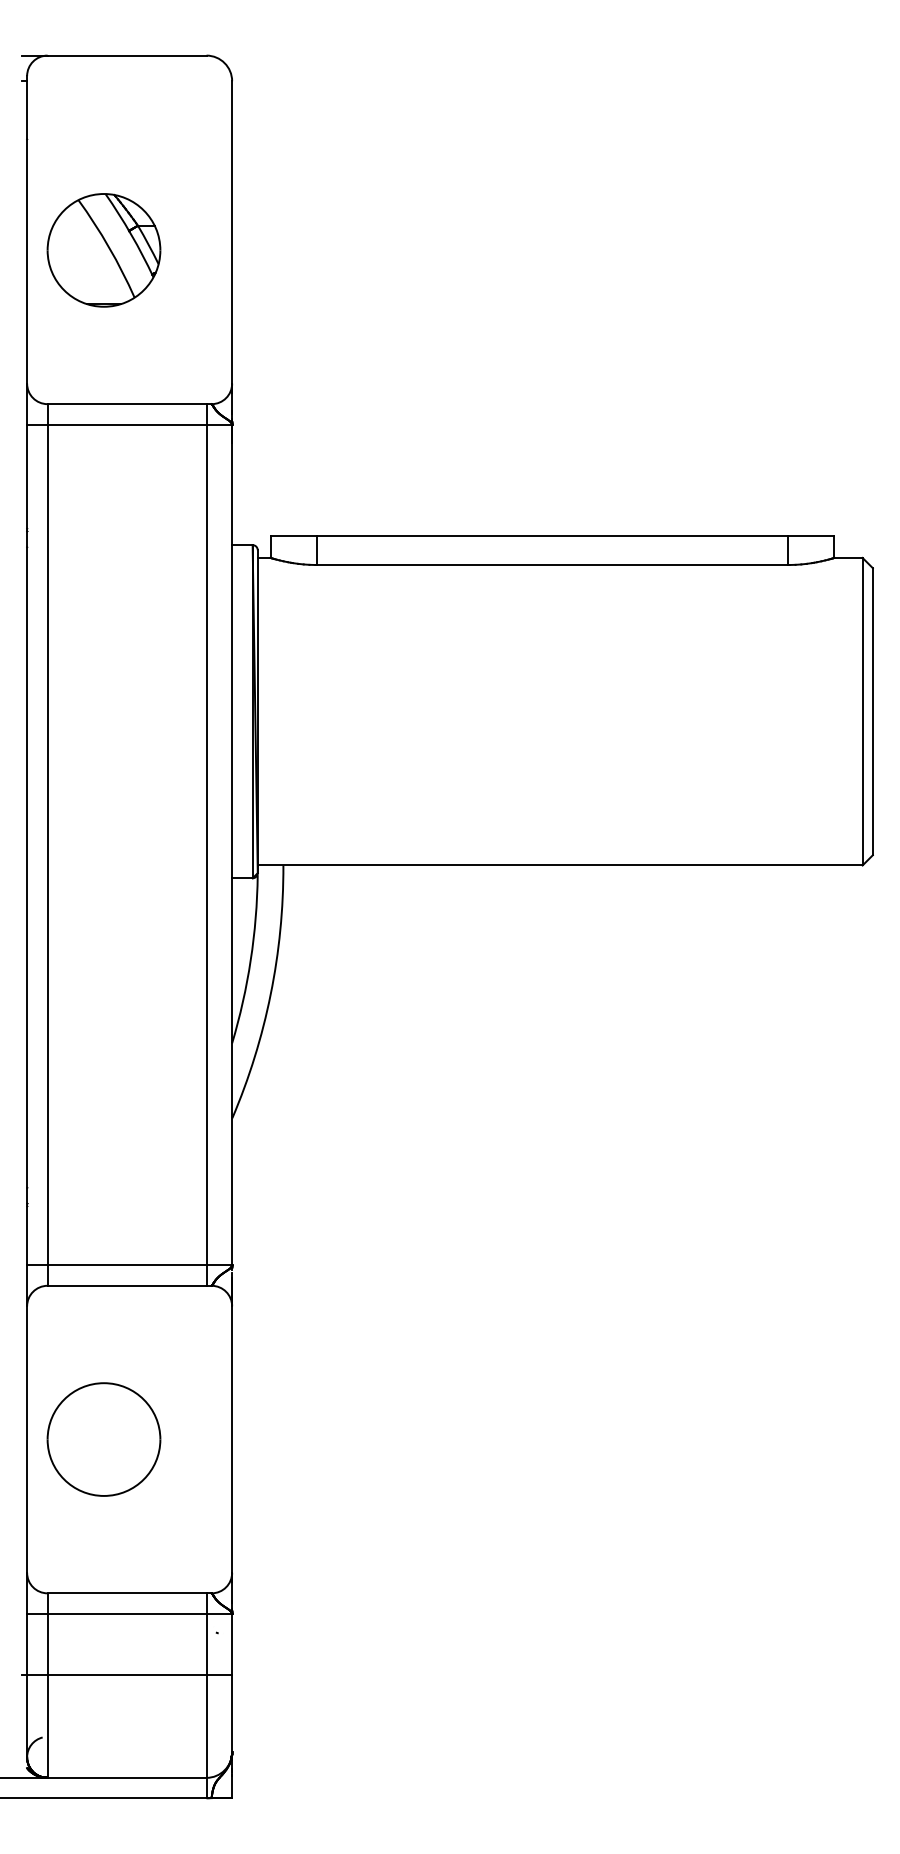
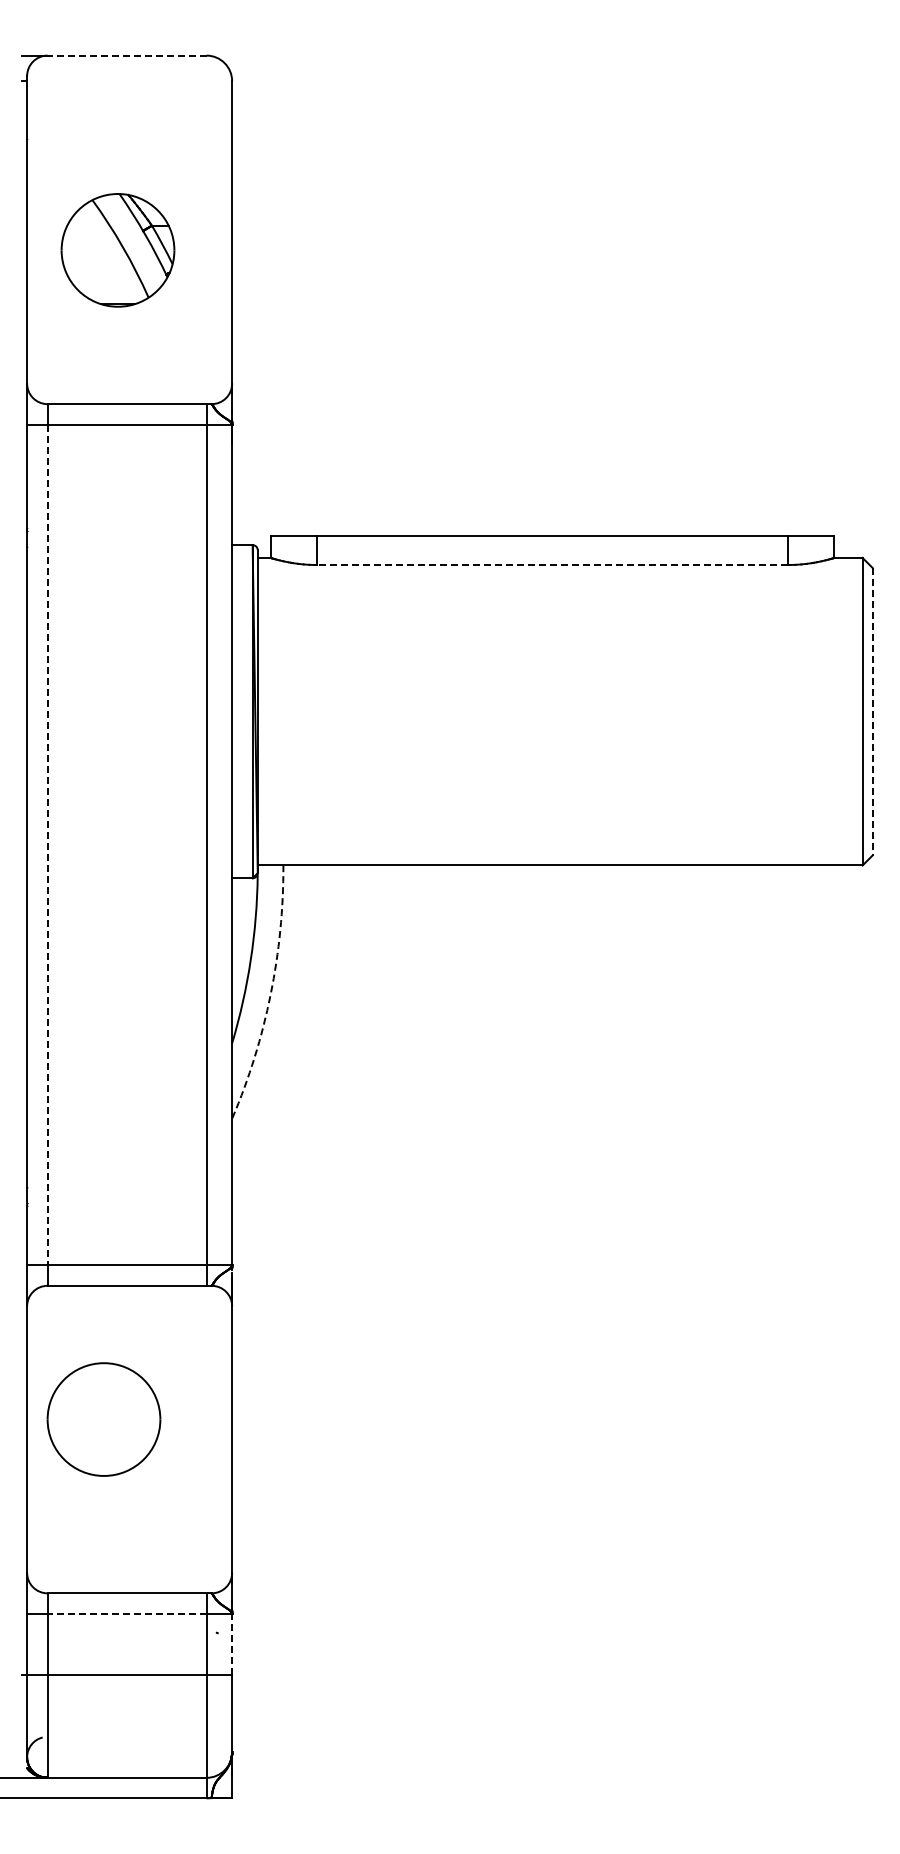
line at (126, 55): solid -> dashed
part at (103, 250) position: (103, 250) -> (117, 250)
line at (552, 565): solid -> dashed
line at (872, 711): solid -> dashed
line at (47, 845): solid -> dashed
arc at (270, 994): solid -> dashed
part at (103, 1439) position: (103, 1439) -> (103, 1419)
line at (126, 1613): solid -> dashed
line at (232, 1644): solid -> dashed
